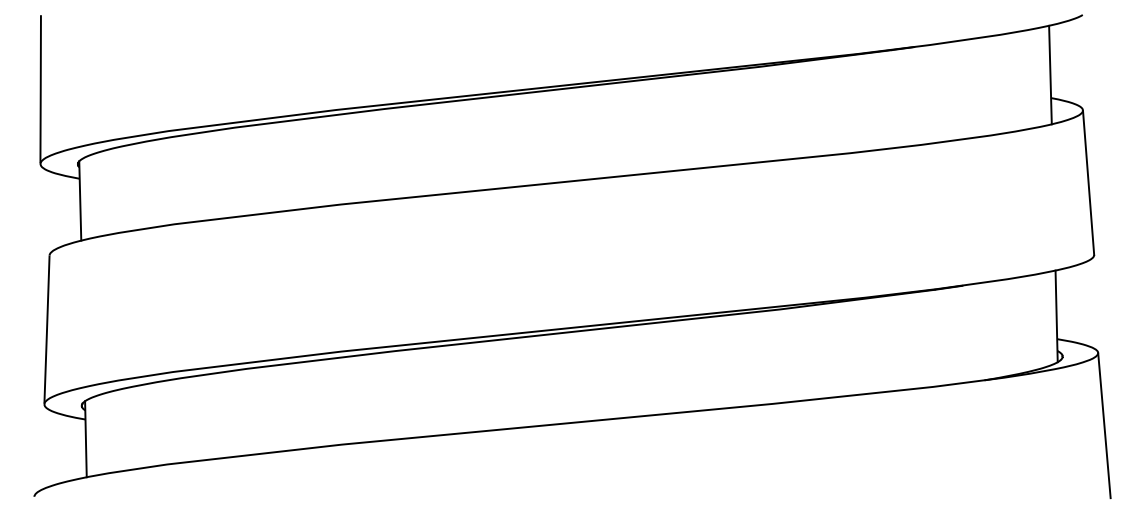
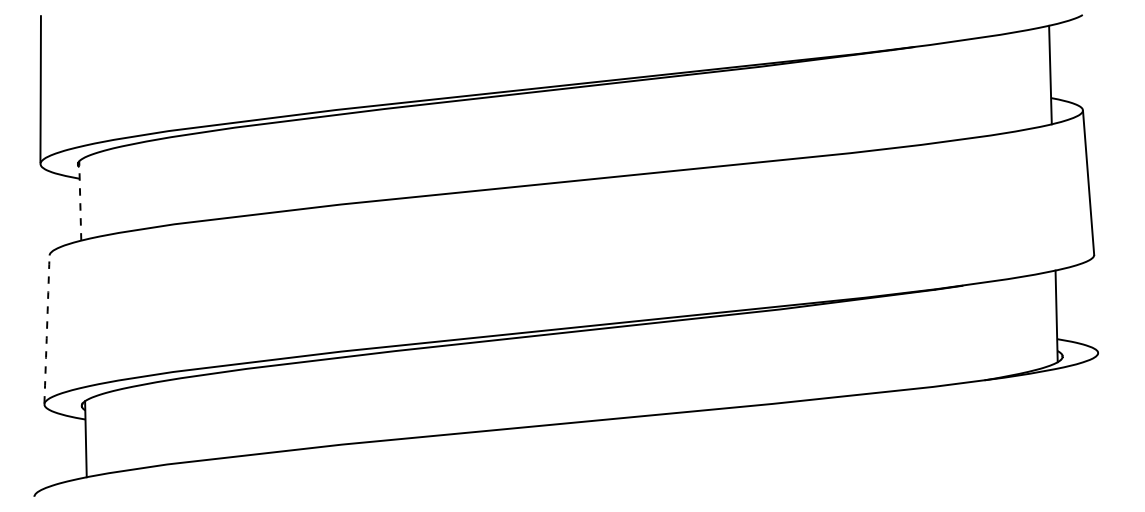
line at (80, 200): solid -> dashed
arc at (47, 329): solid -> dashed
line at (1104, 425): present -> none
